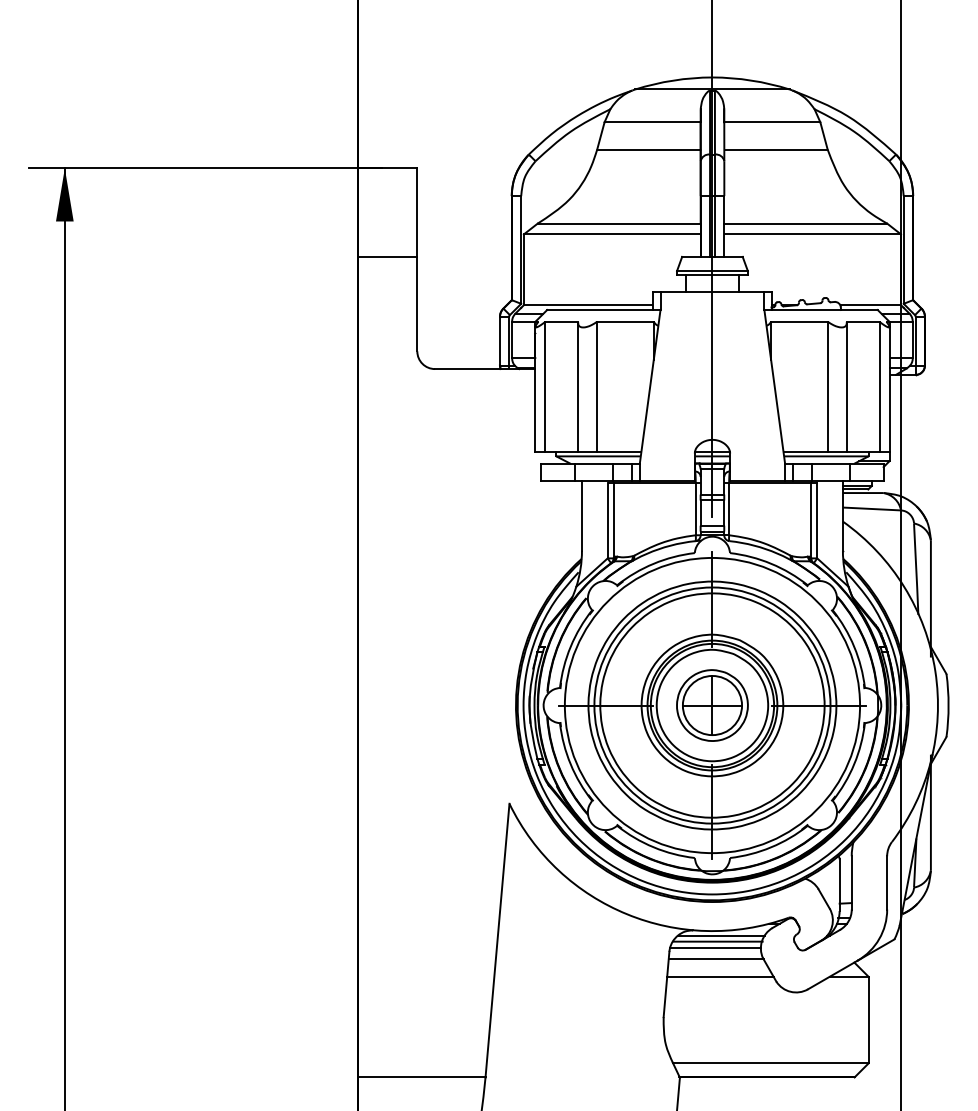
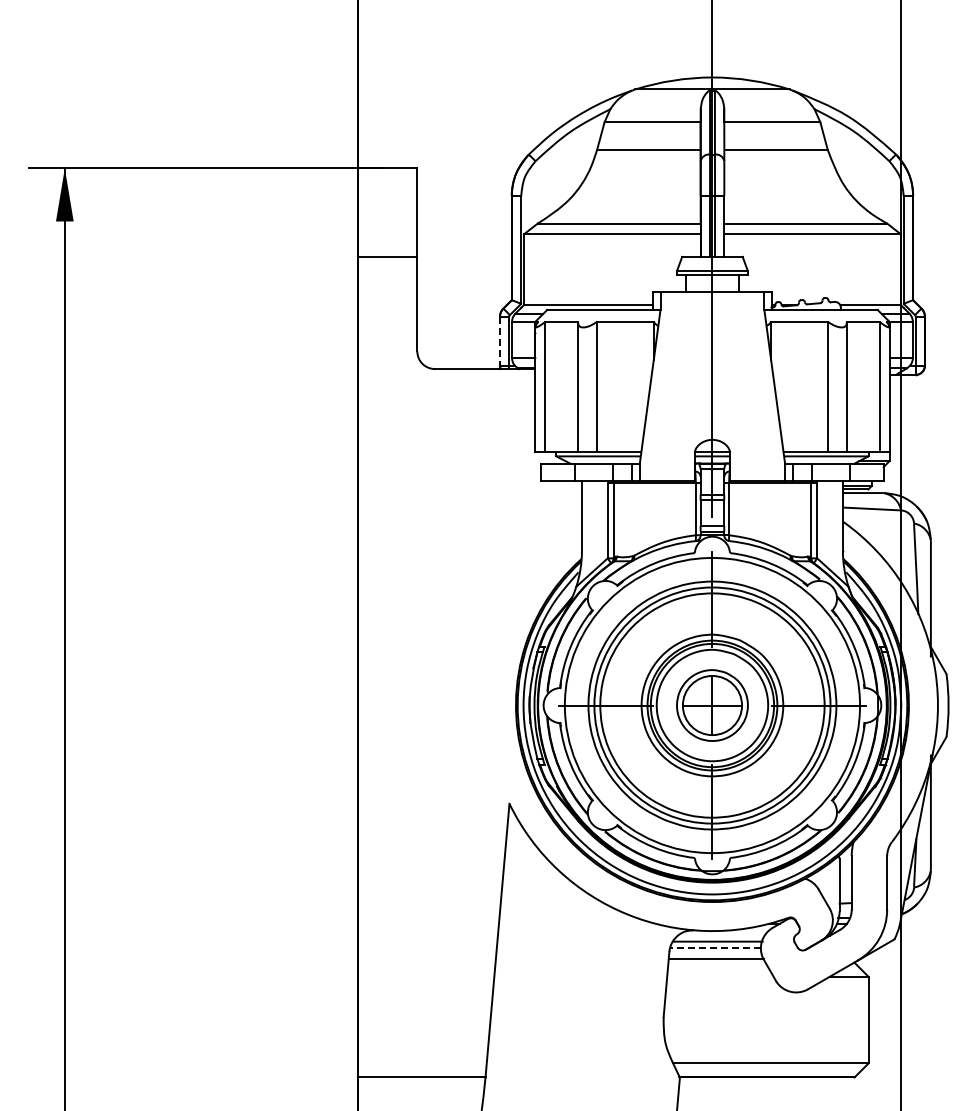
line at (499, 341): solid -> dashed
line at (720, 935): present -> none
line at (714, 947): solid -> dashed
line at (720, 976): present -> none
